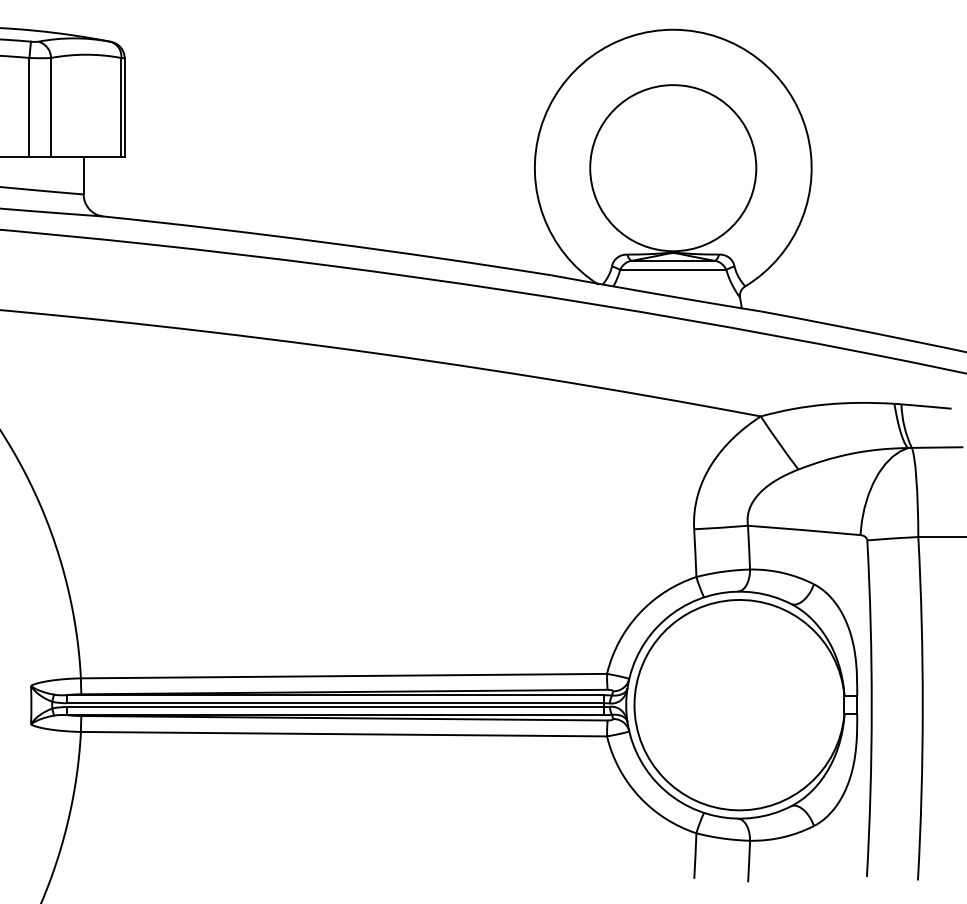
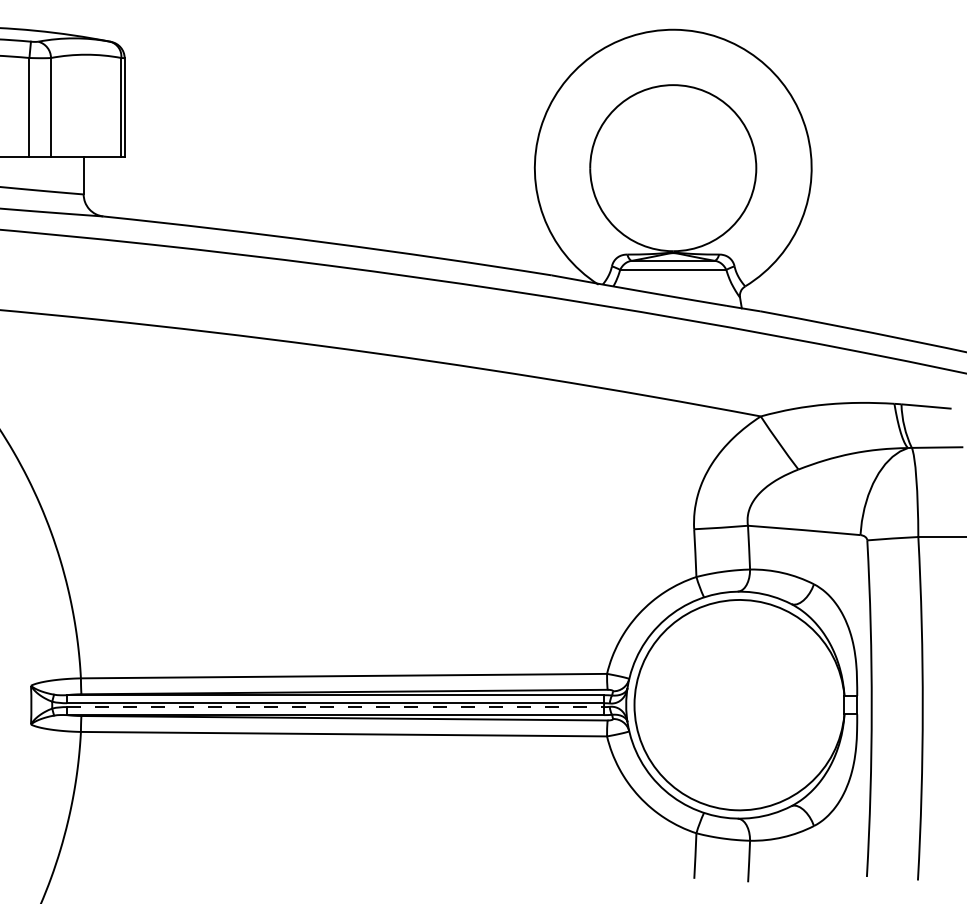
line at (335, 707): solid -> dashed
